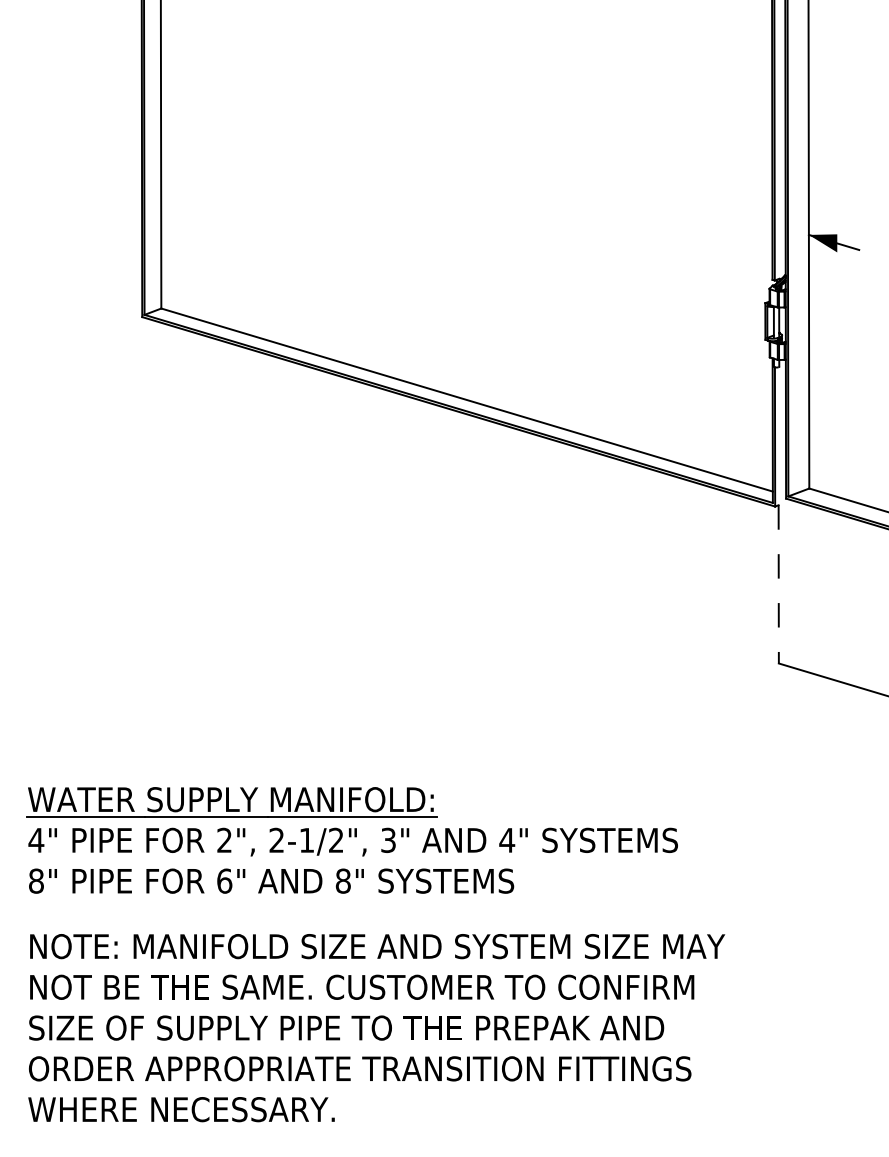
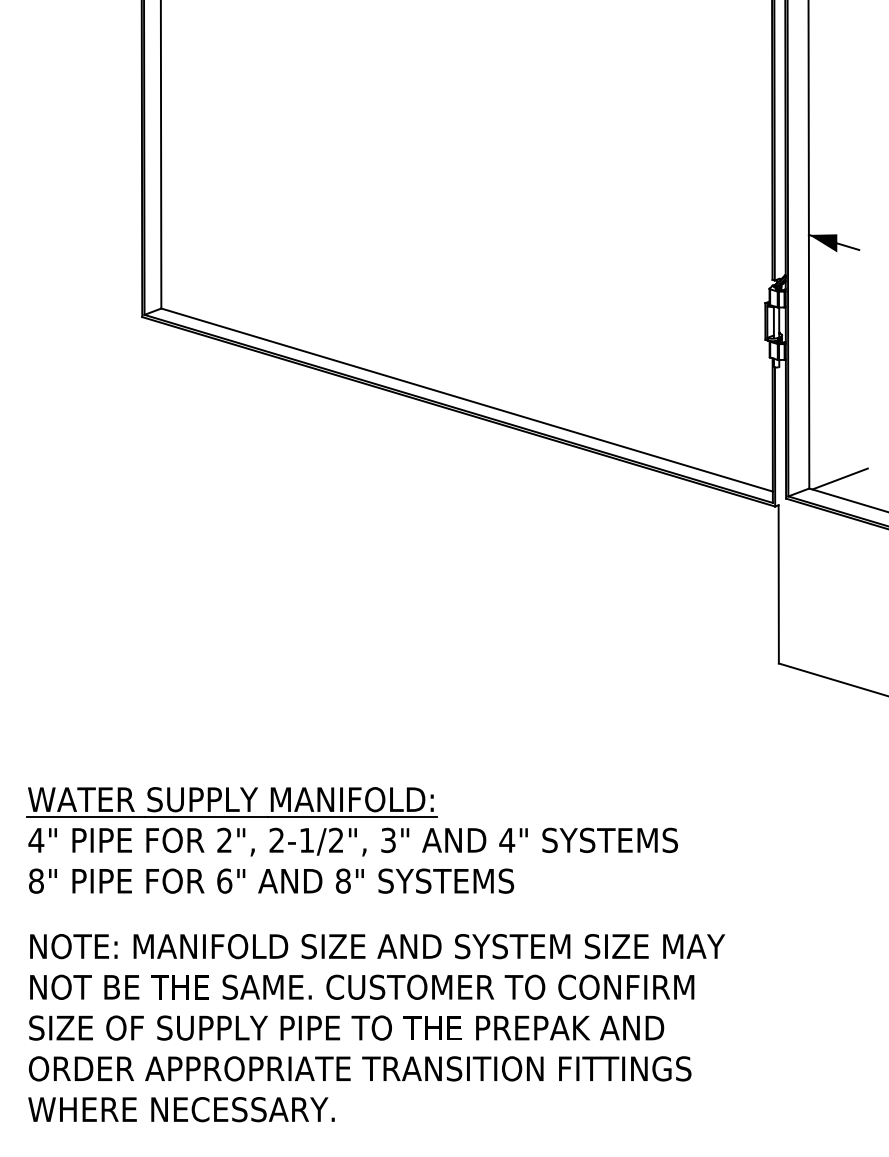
line at (839, 478): none -> present
line at (778, 584): dashed -> solid
